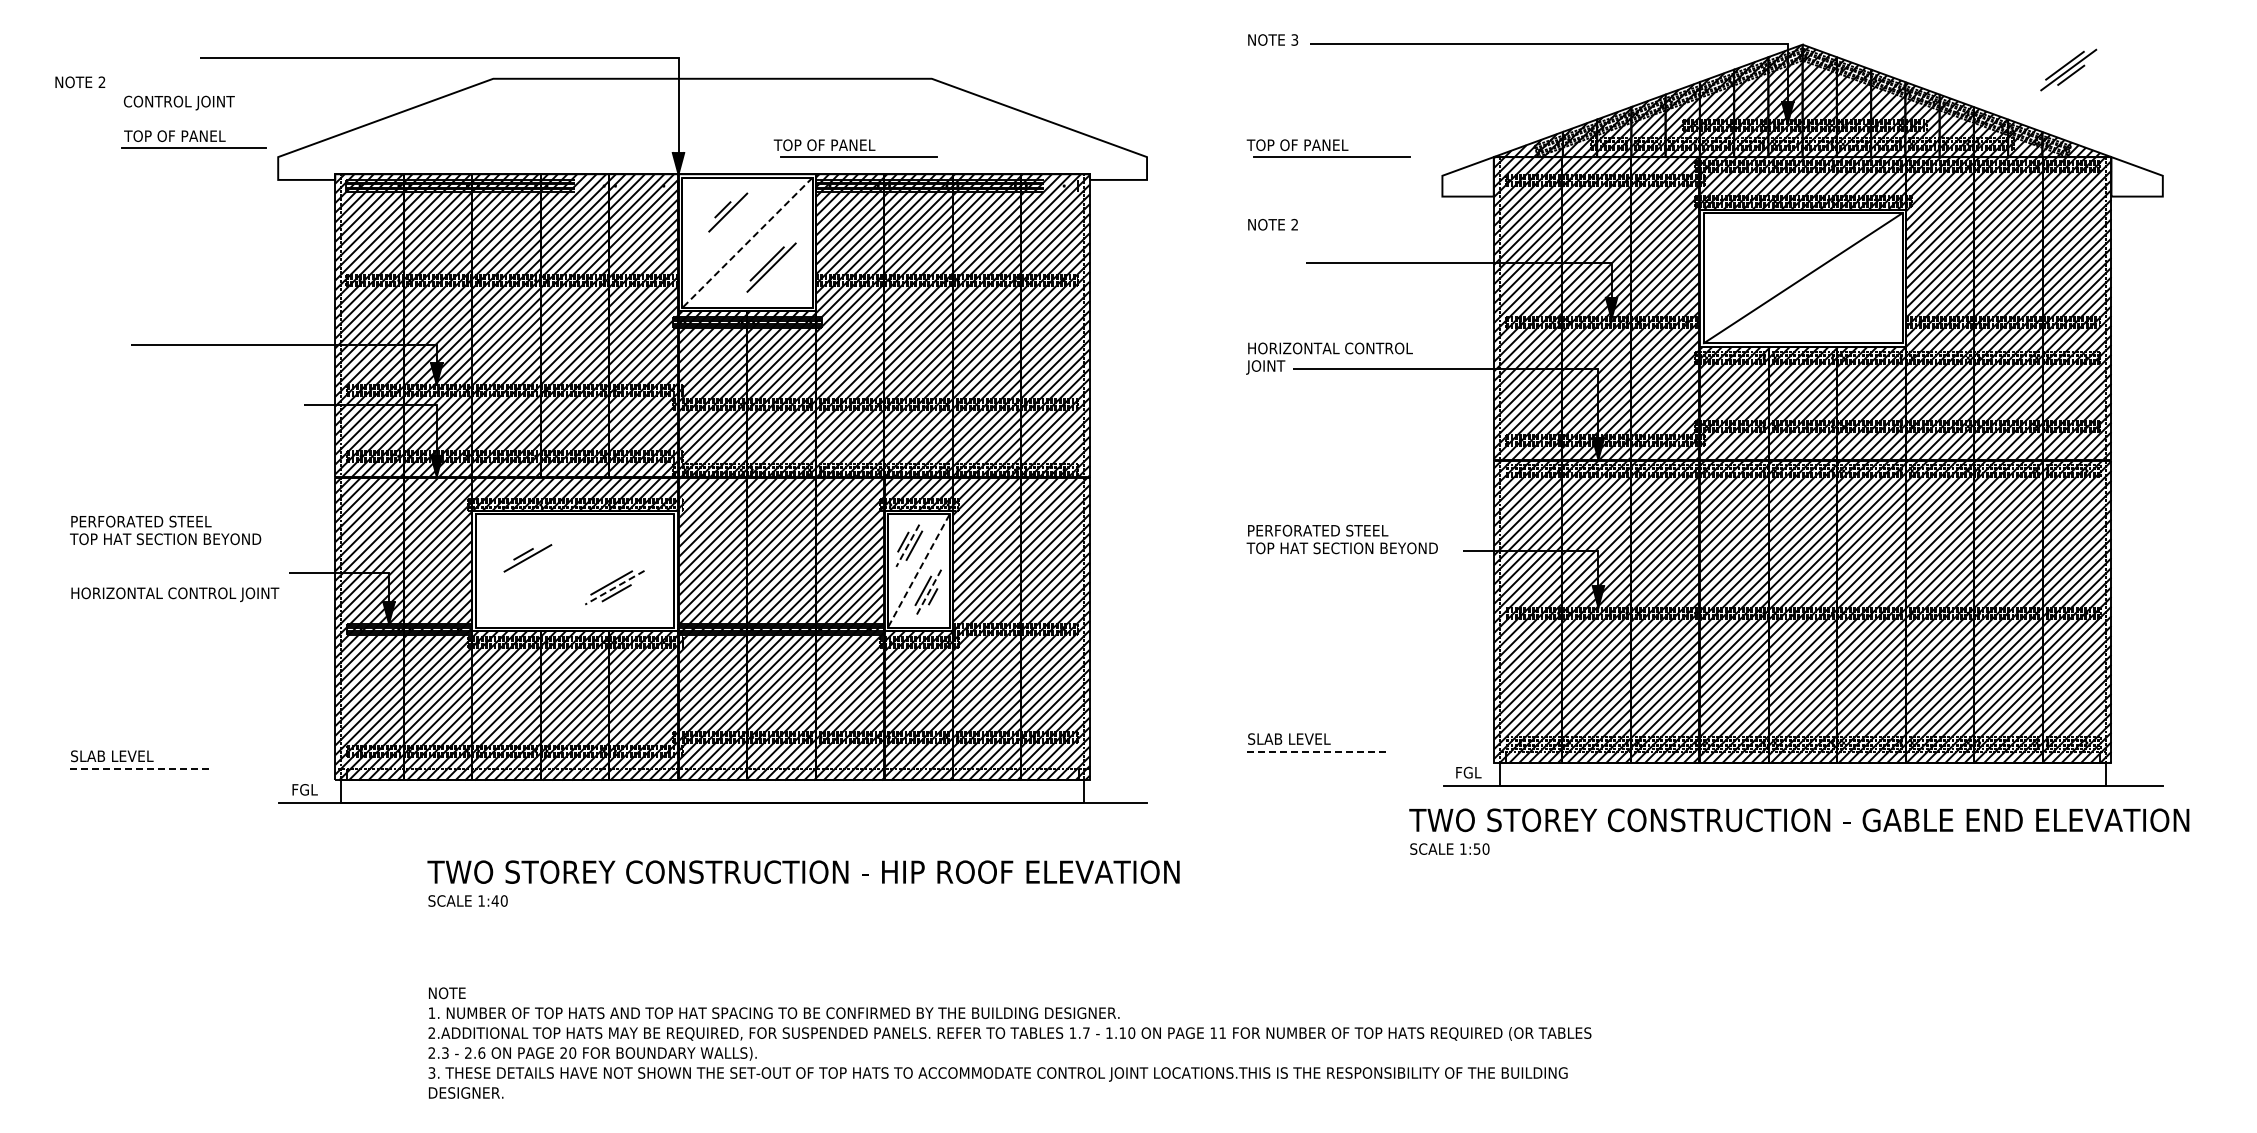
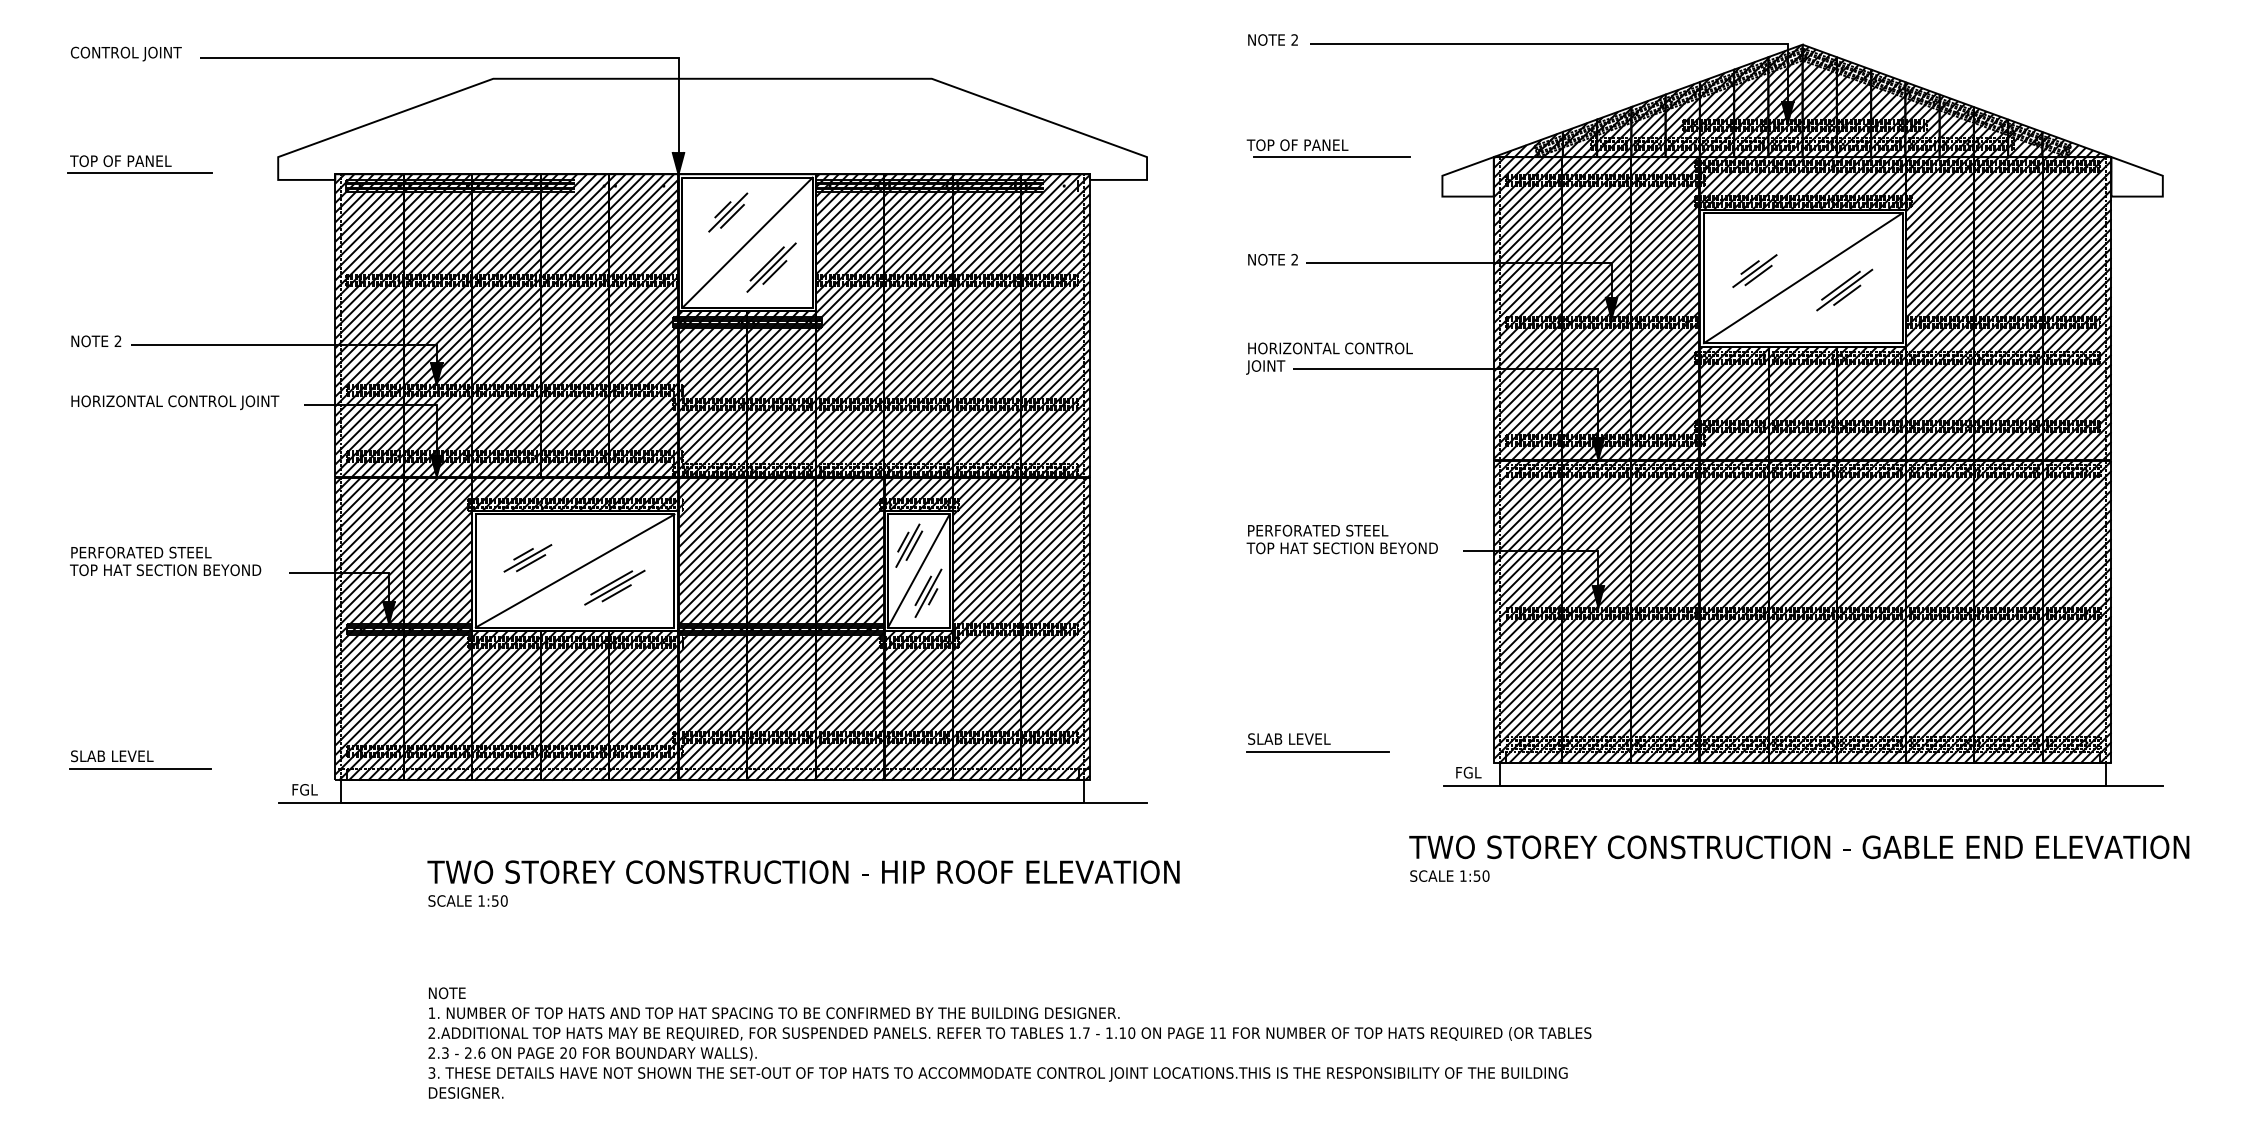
text at (1294, 39): 3 -> 2
part at (2068, 69) position: (2068, 69) -> (1844, 289)
text at (80, 82) position: (80, 82) -> (96, 341)
text at (178, 102) position: (178, 102) -> (125, 53)
part at (193, 139) position: (193, 139) -> (139, 164)
part at (855, 148): present -> none
line at (732, 215): none -> present
text at (1272, 224) position: (1272, 224) -> (1272, 259)
line at (747, 243): dashed -> solid
part at (1754, 270): none -> present
line at (774, 272): none -> present
text at (165, 530) position: (165, 530) -> (165, 561)
line at (907, 546): dashed -> solid
line at (531, 563): none -> present
line at (574, 570): none -> present
line at (918, 571): dashed -> solid
line at (614, 587): dashed -> solid
line at (928, 593): dashed -> solid
text at (175, 594) position: (175, 594) -> (175, 402)
line at (1317, 751): dashed -> solid
line at (140, 768): dashed -> solid
text at (1799, 831) position: (1799, 831) -> (1799, 858)
text at (494, 900): 1:40 -> 1:50
